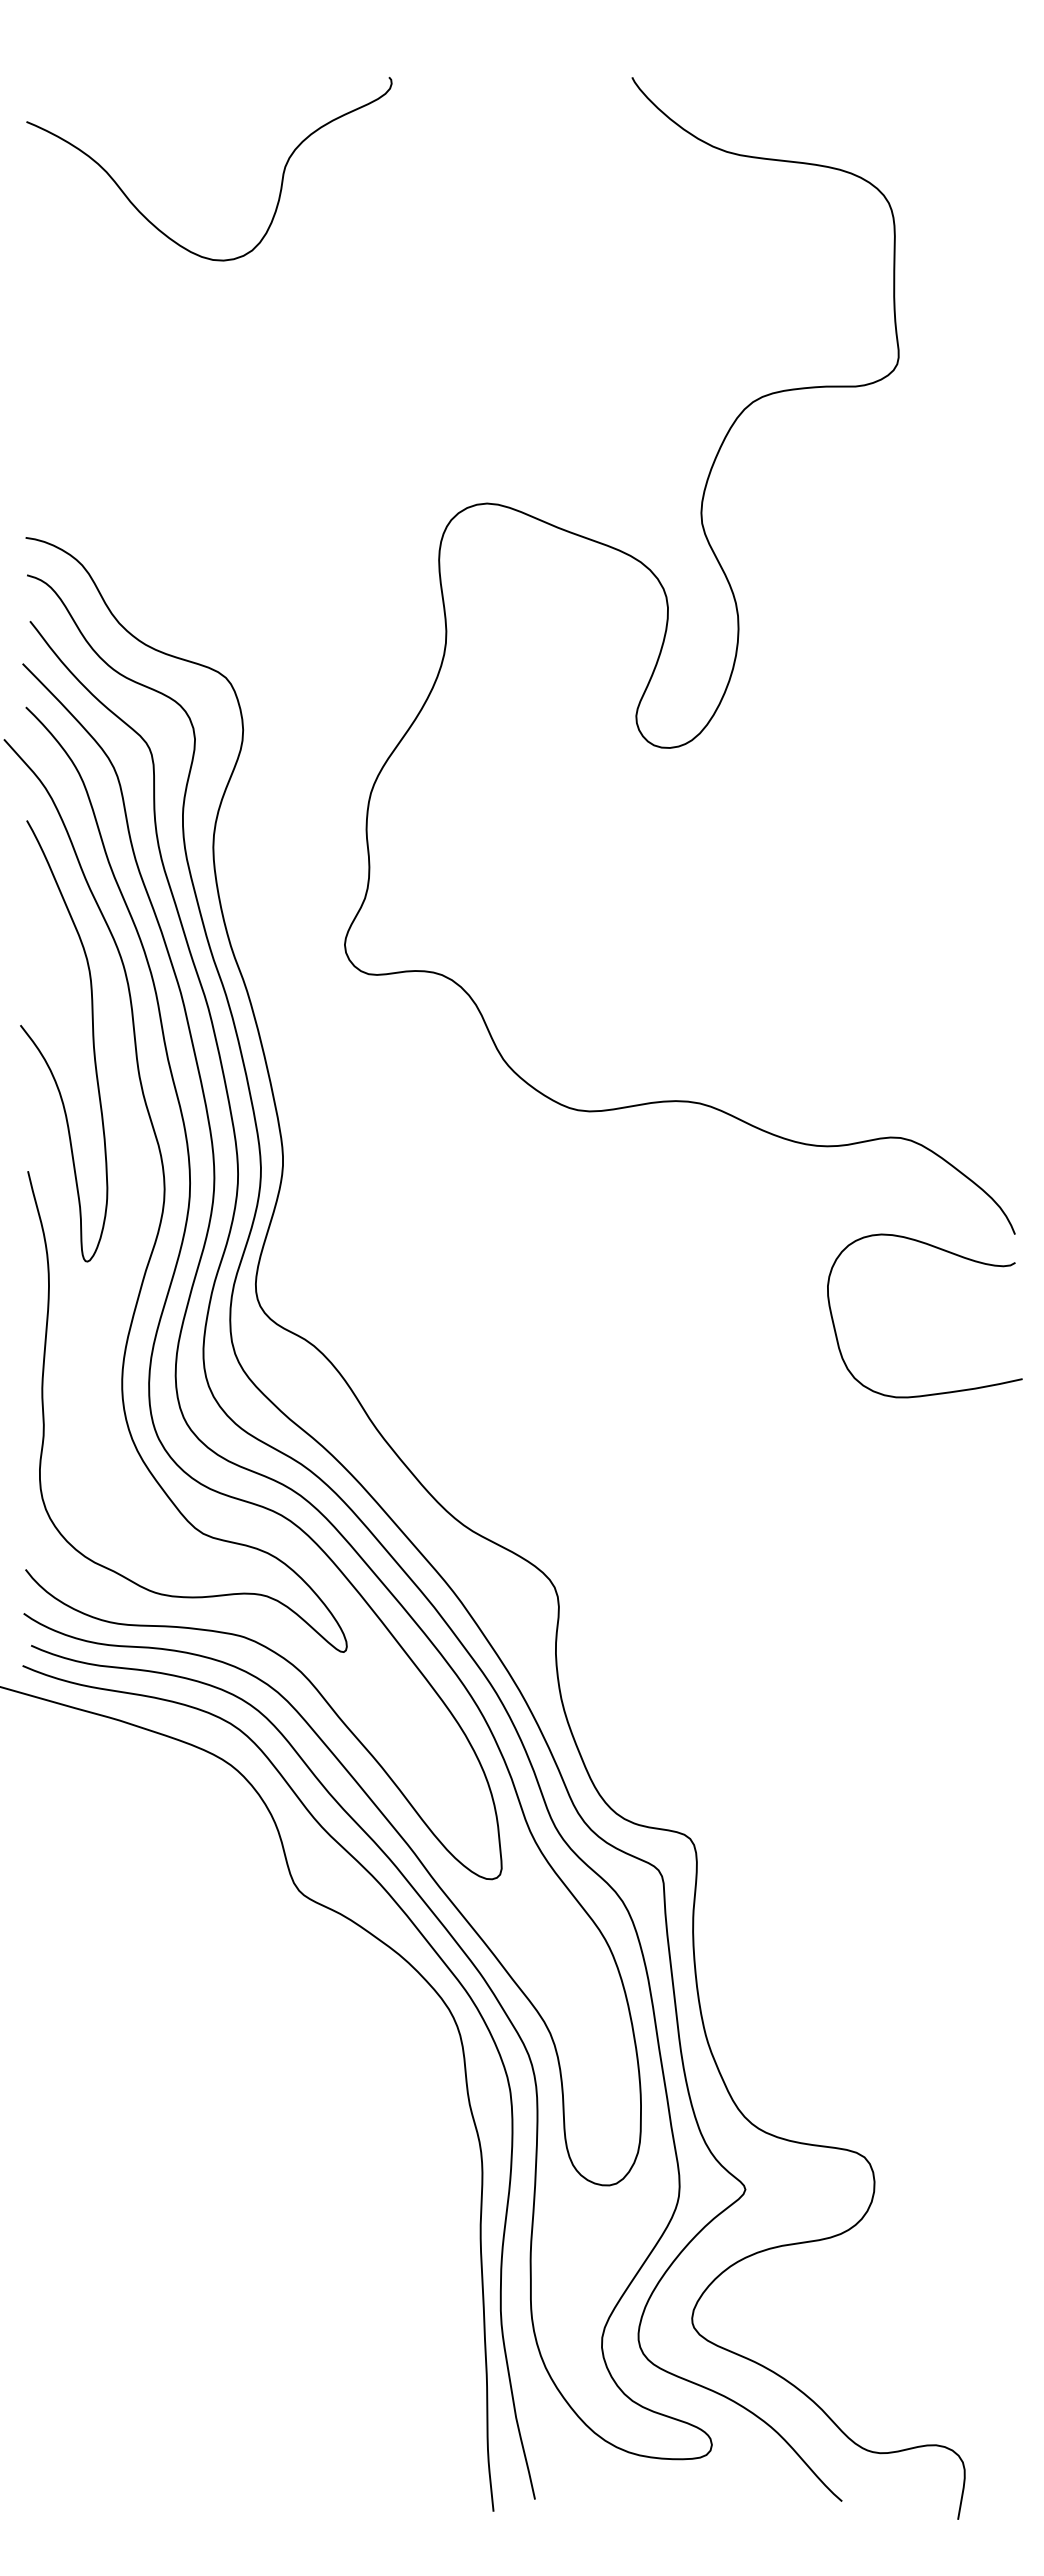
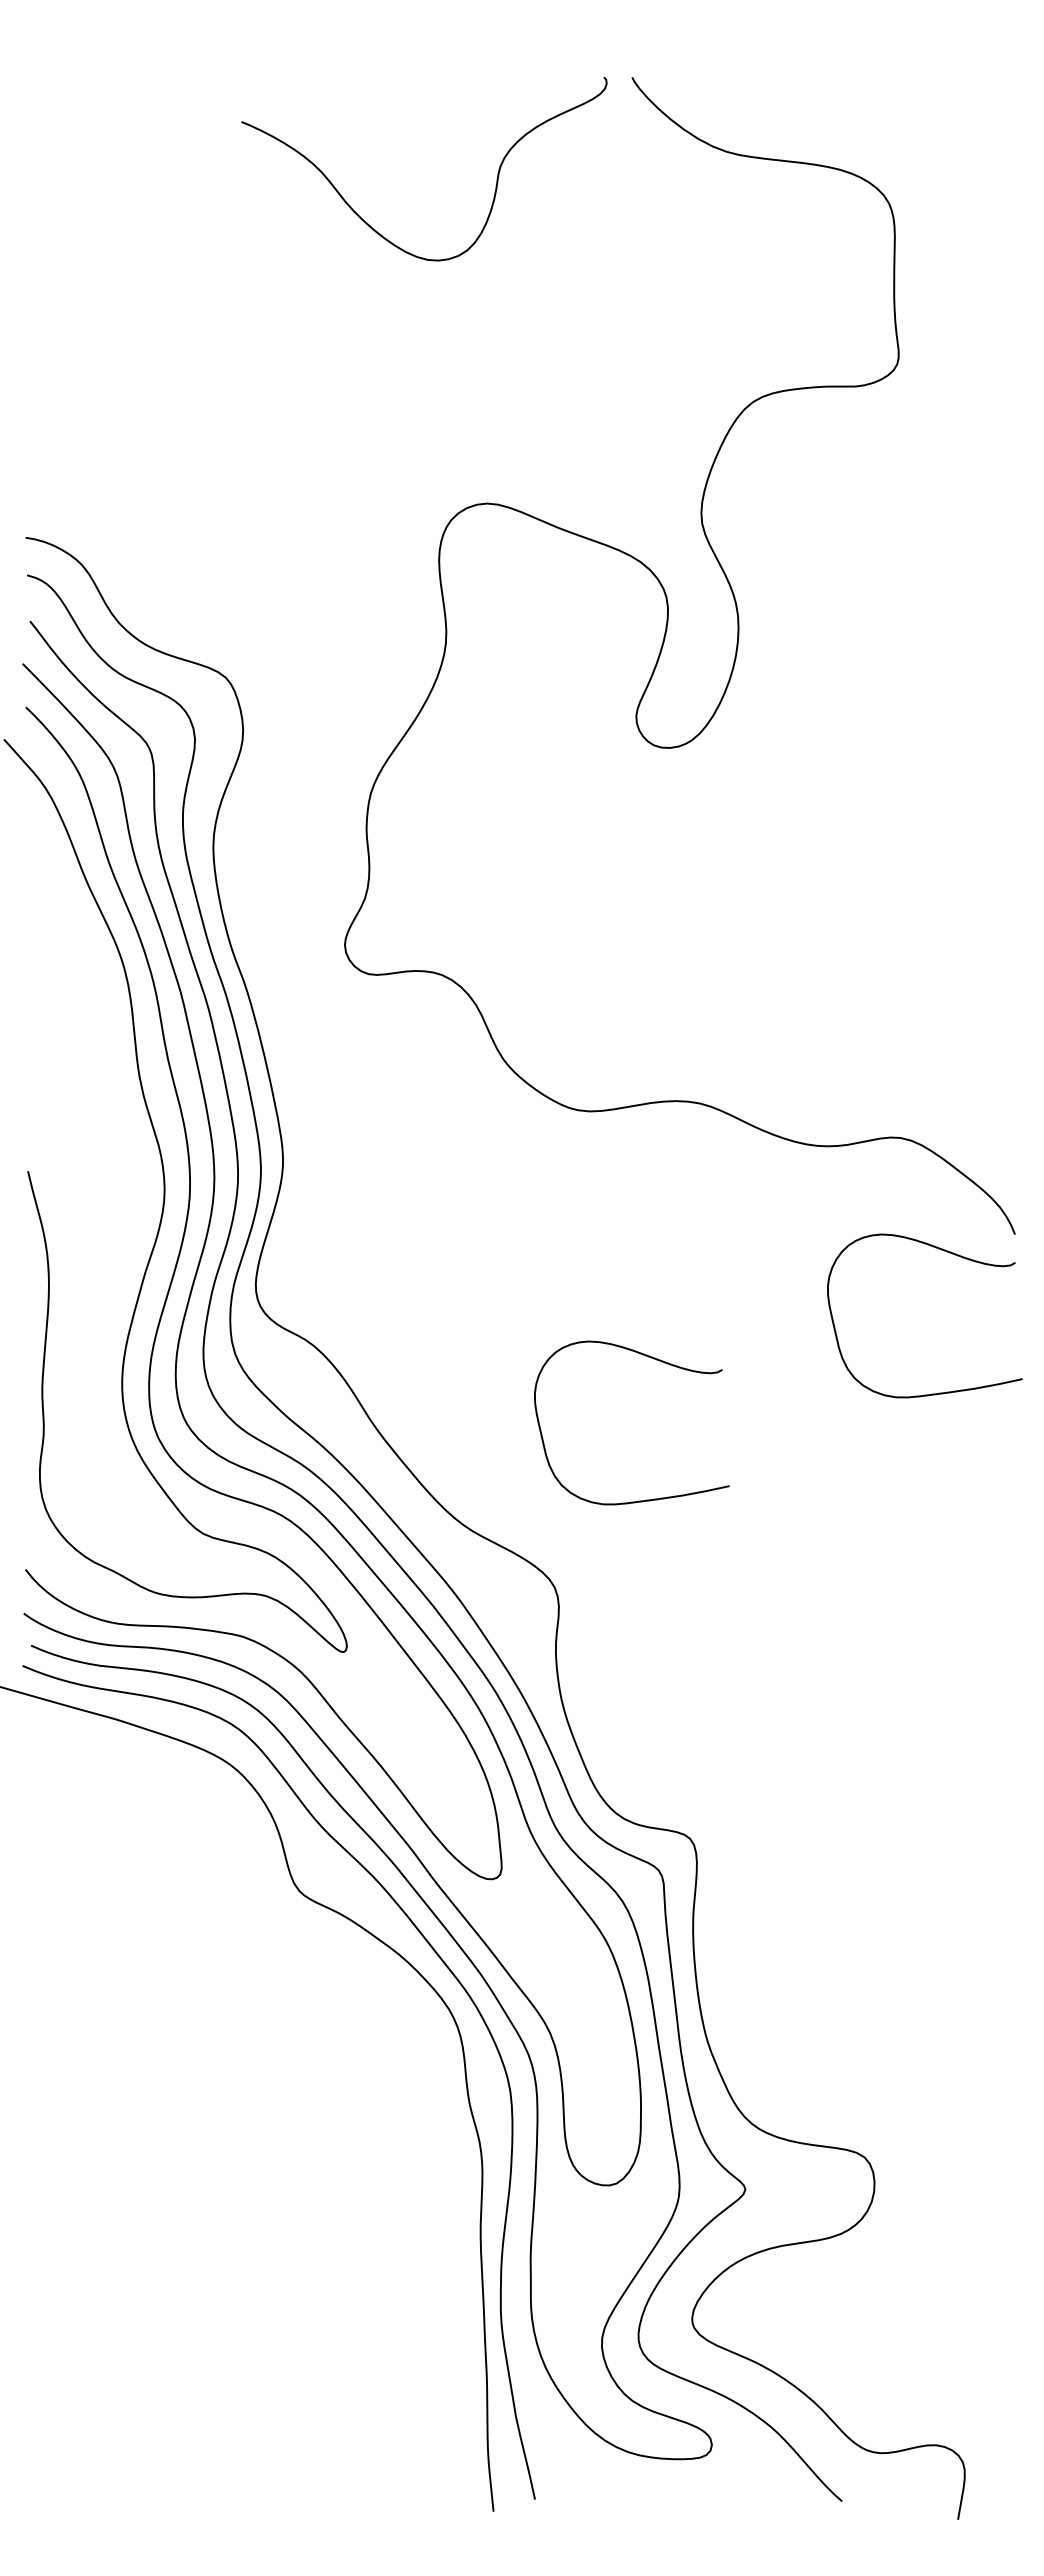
curve at (281, 179) position: (281, 179) -> (496, 179)
curve at (42, 1053): present -> none
curve at (653, 1359): none -> present
